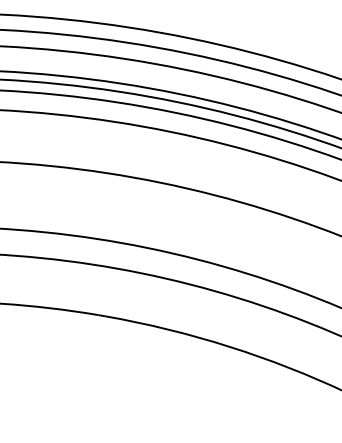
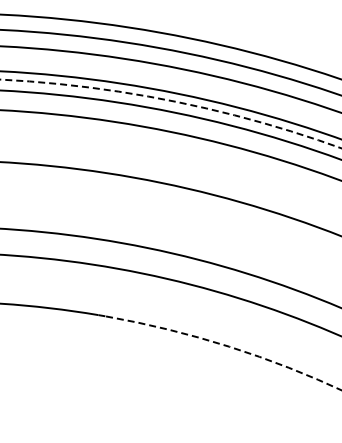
circle at (170, 113): solid -> dashed
arc at (224, 345): solid -> dashed
